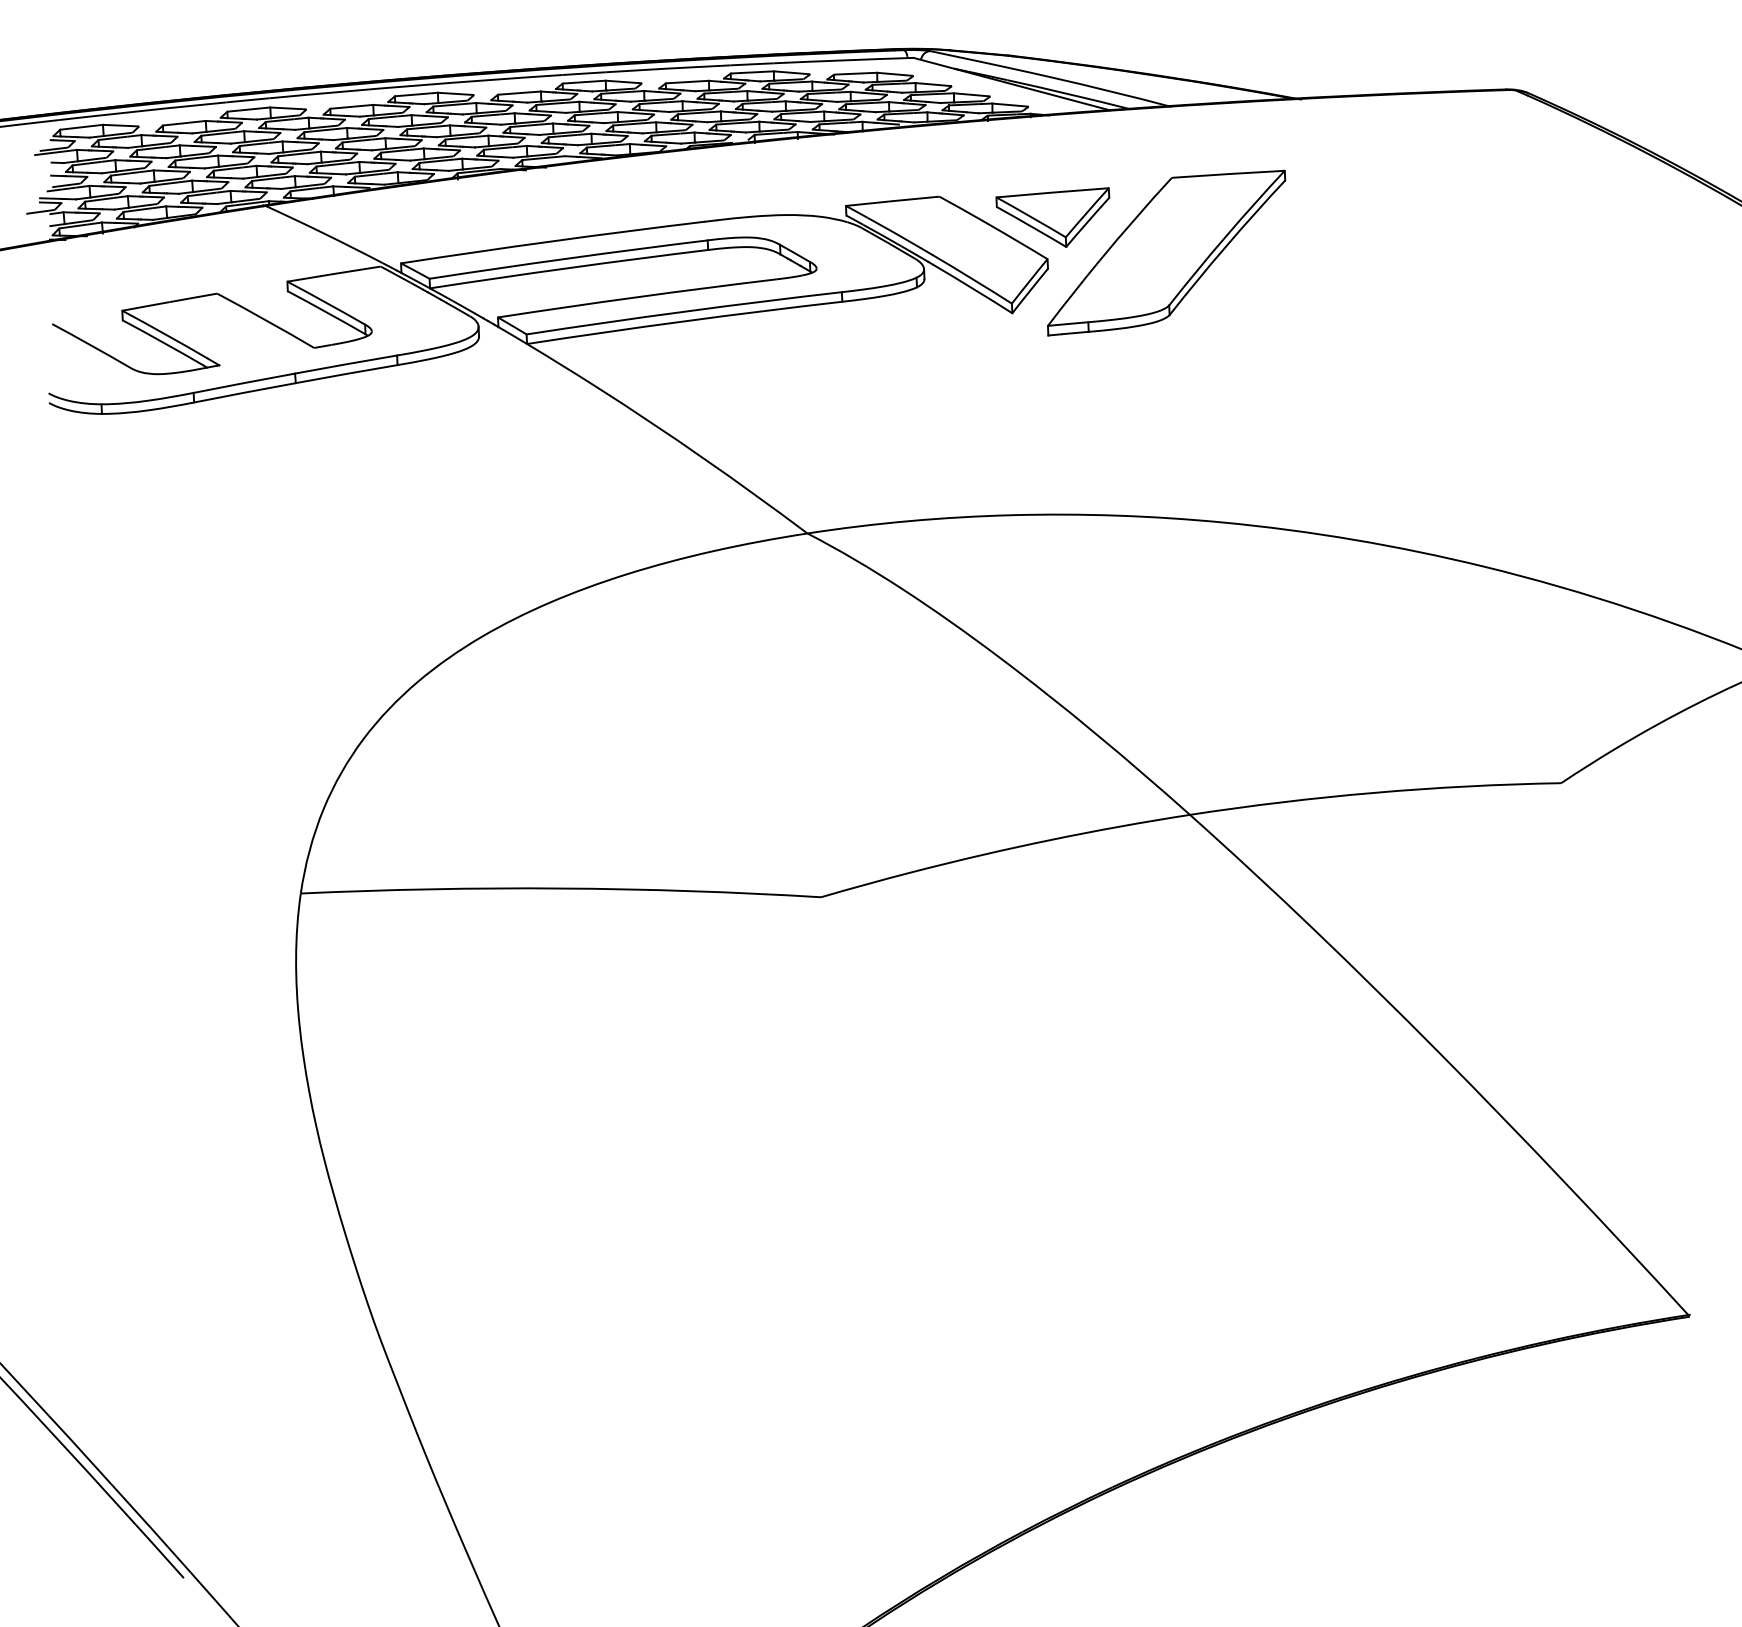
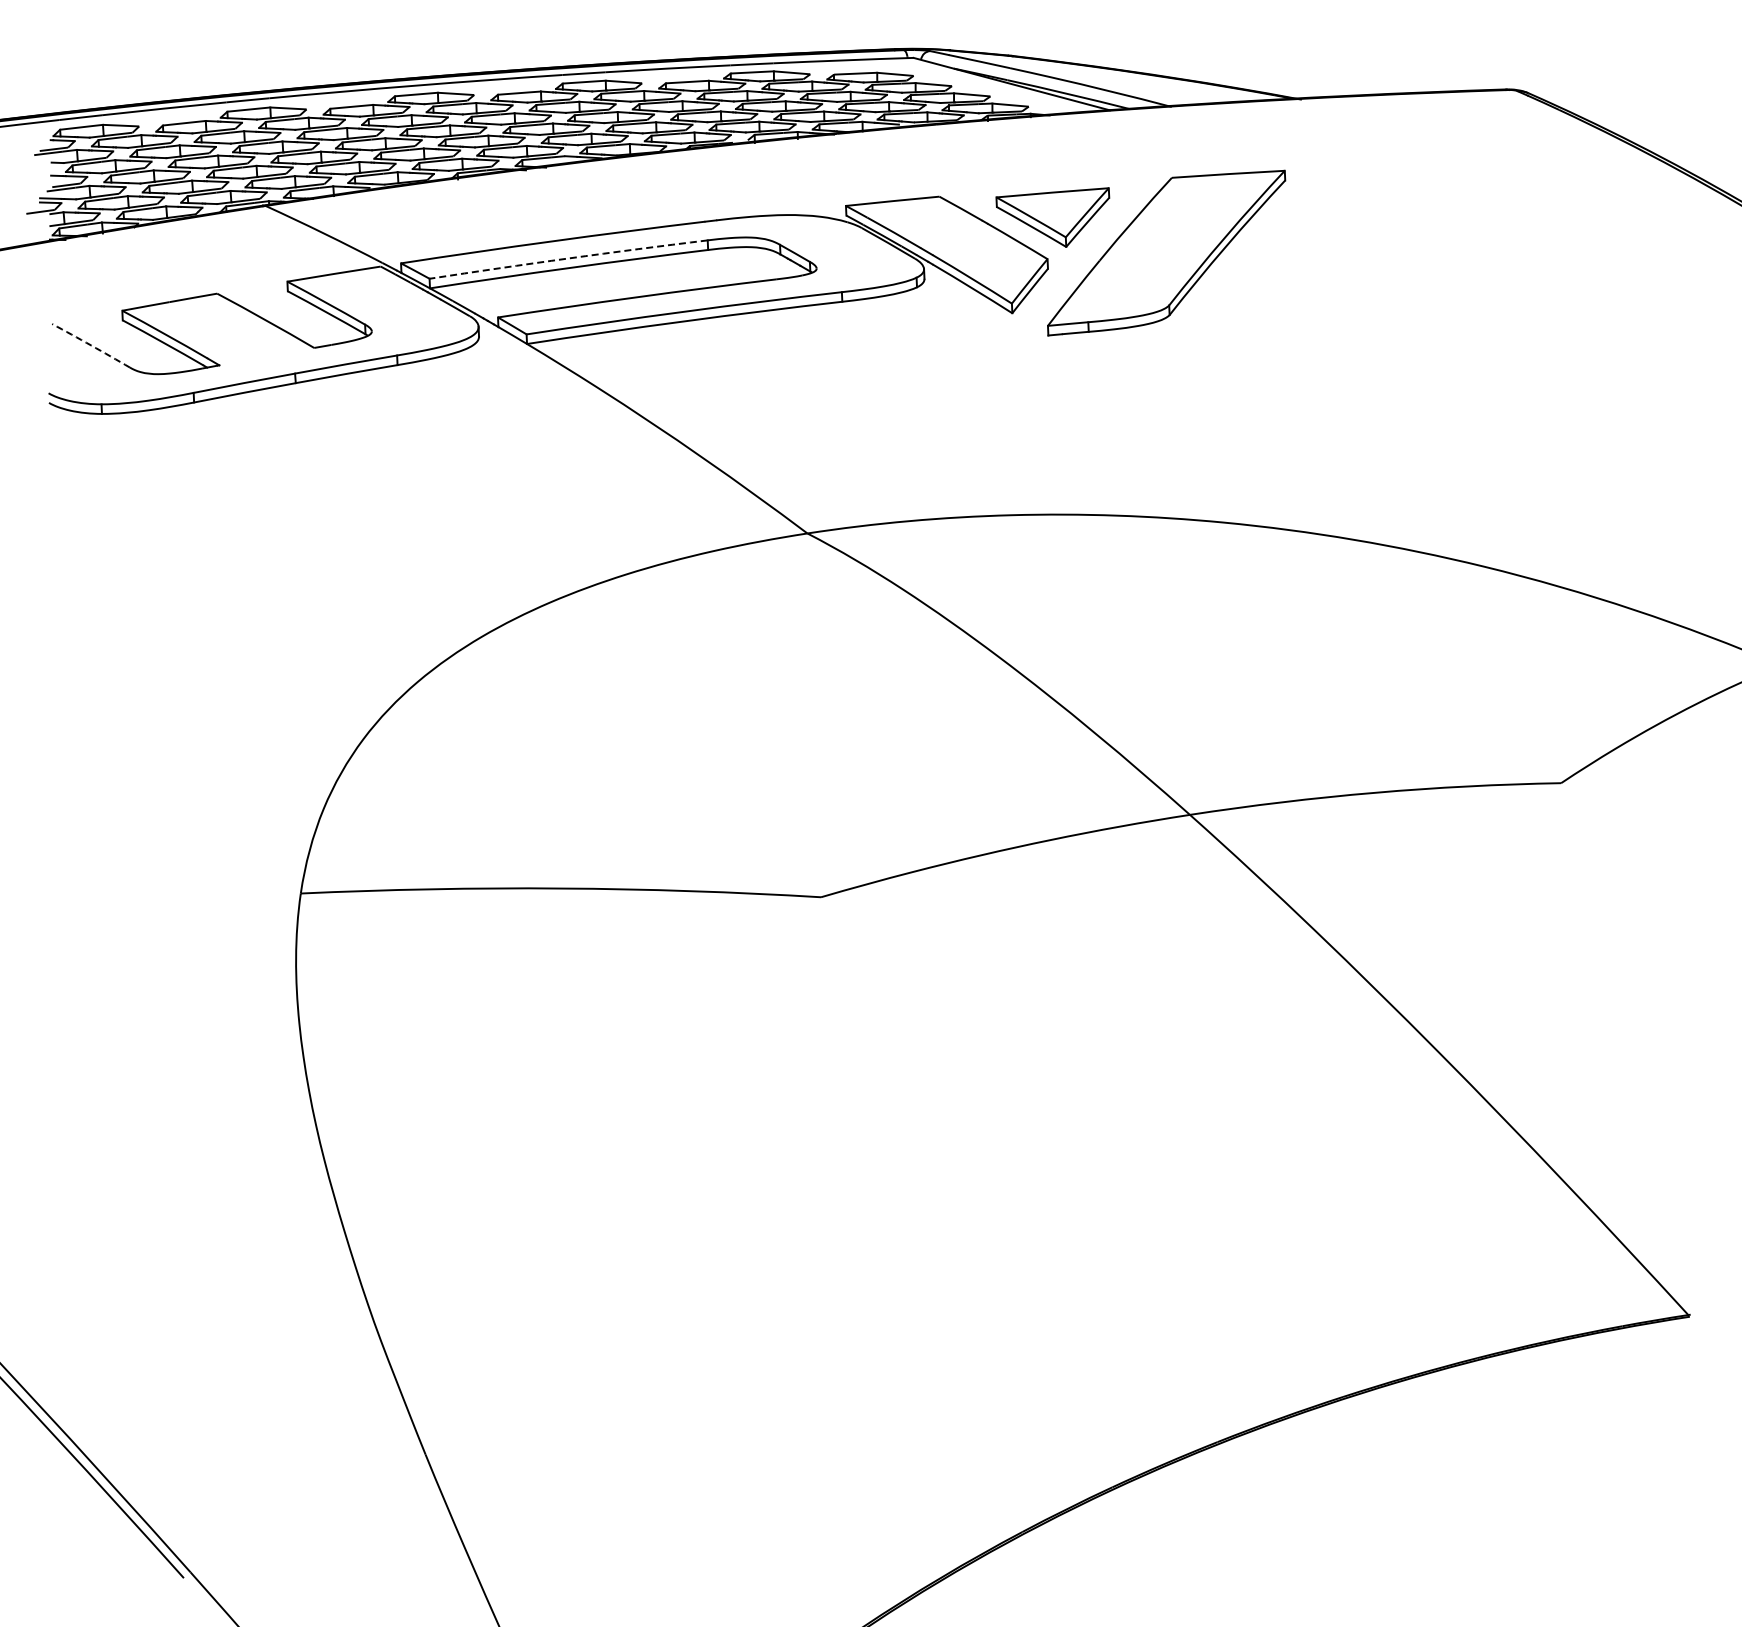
arc at (568, 258): solid -> dashed
arc at (91, 345): solid -> dashed
